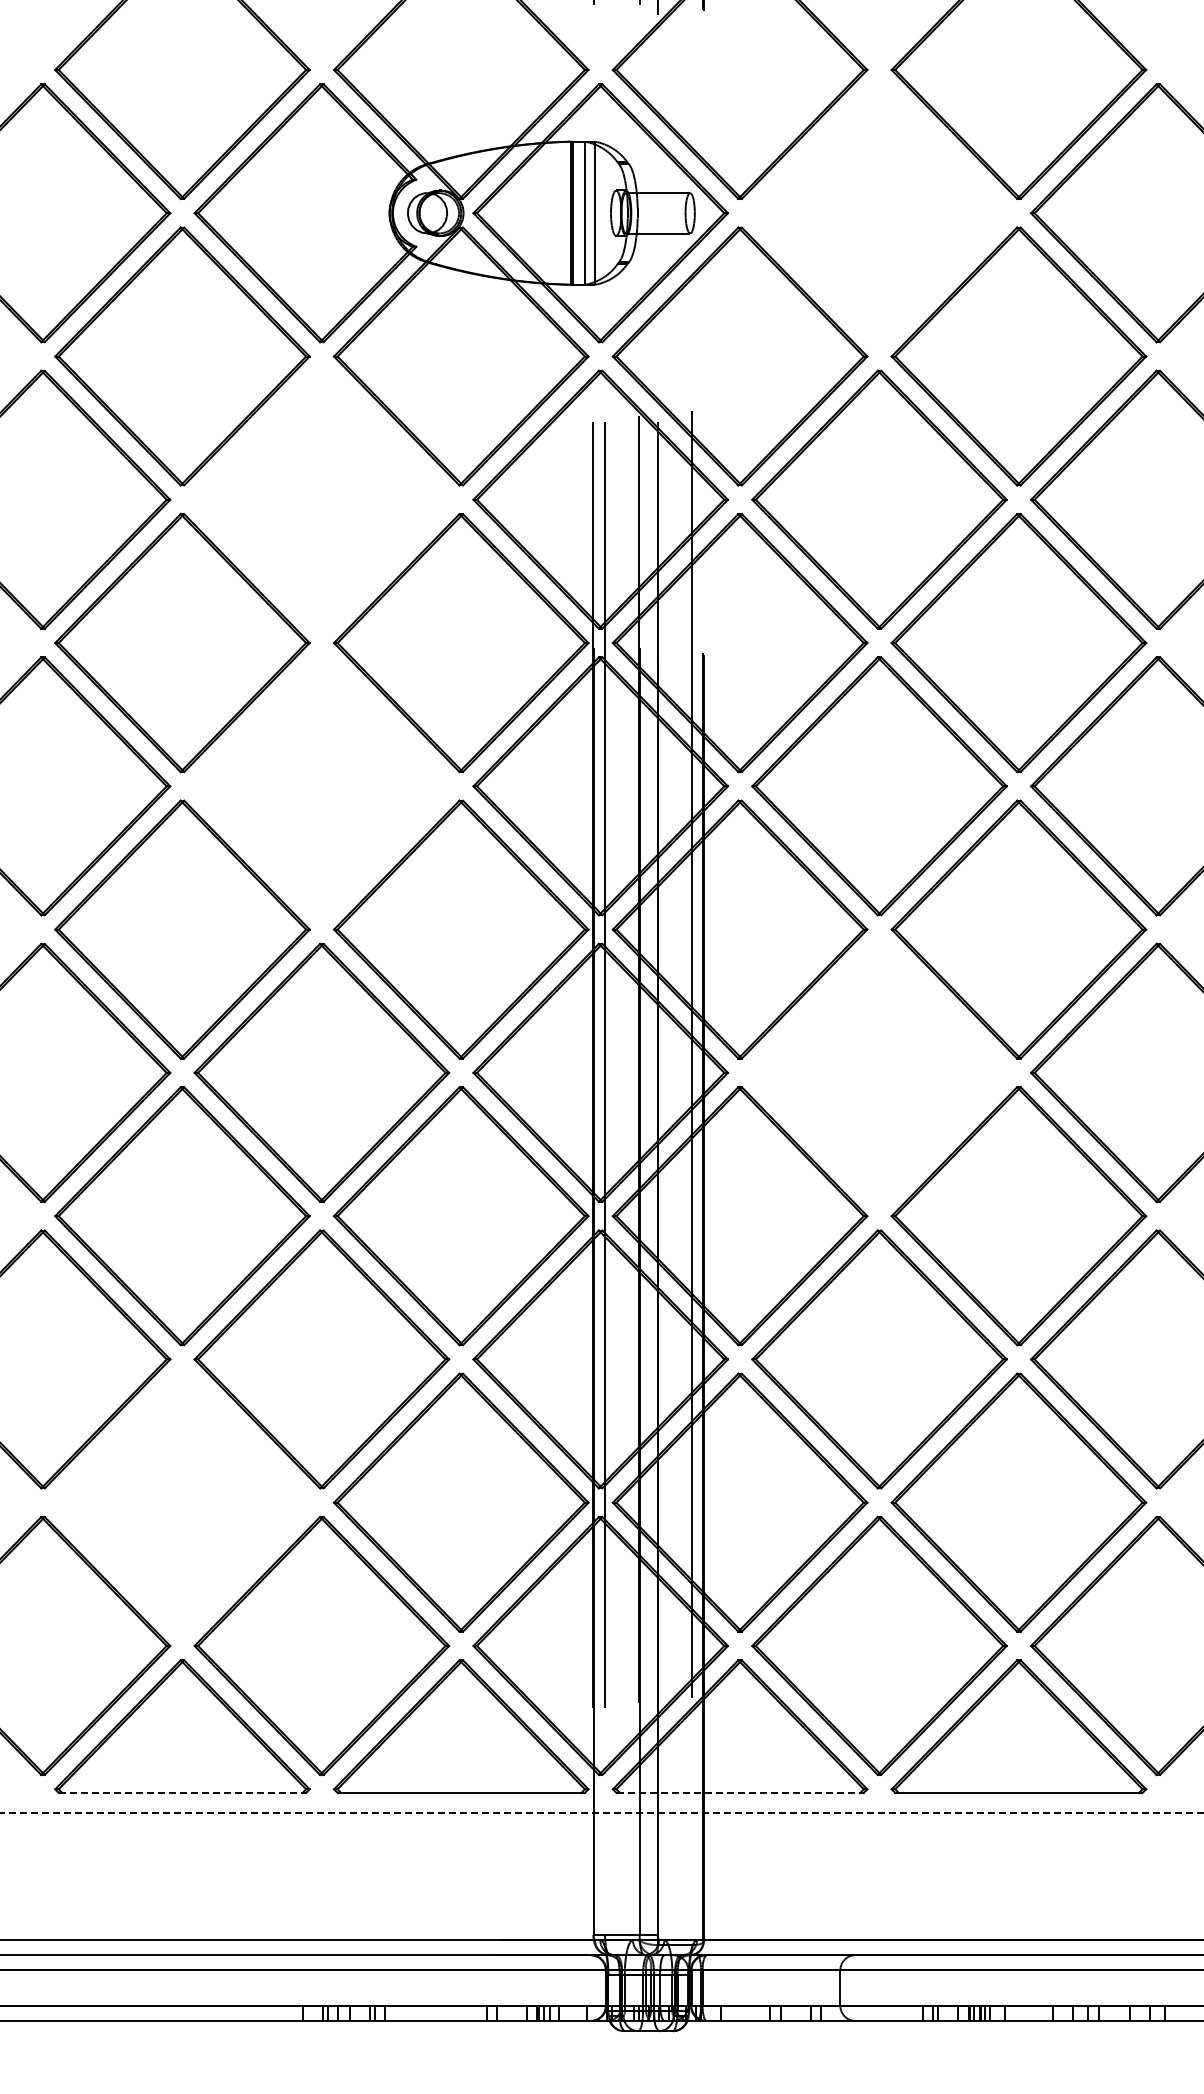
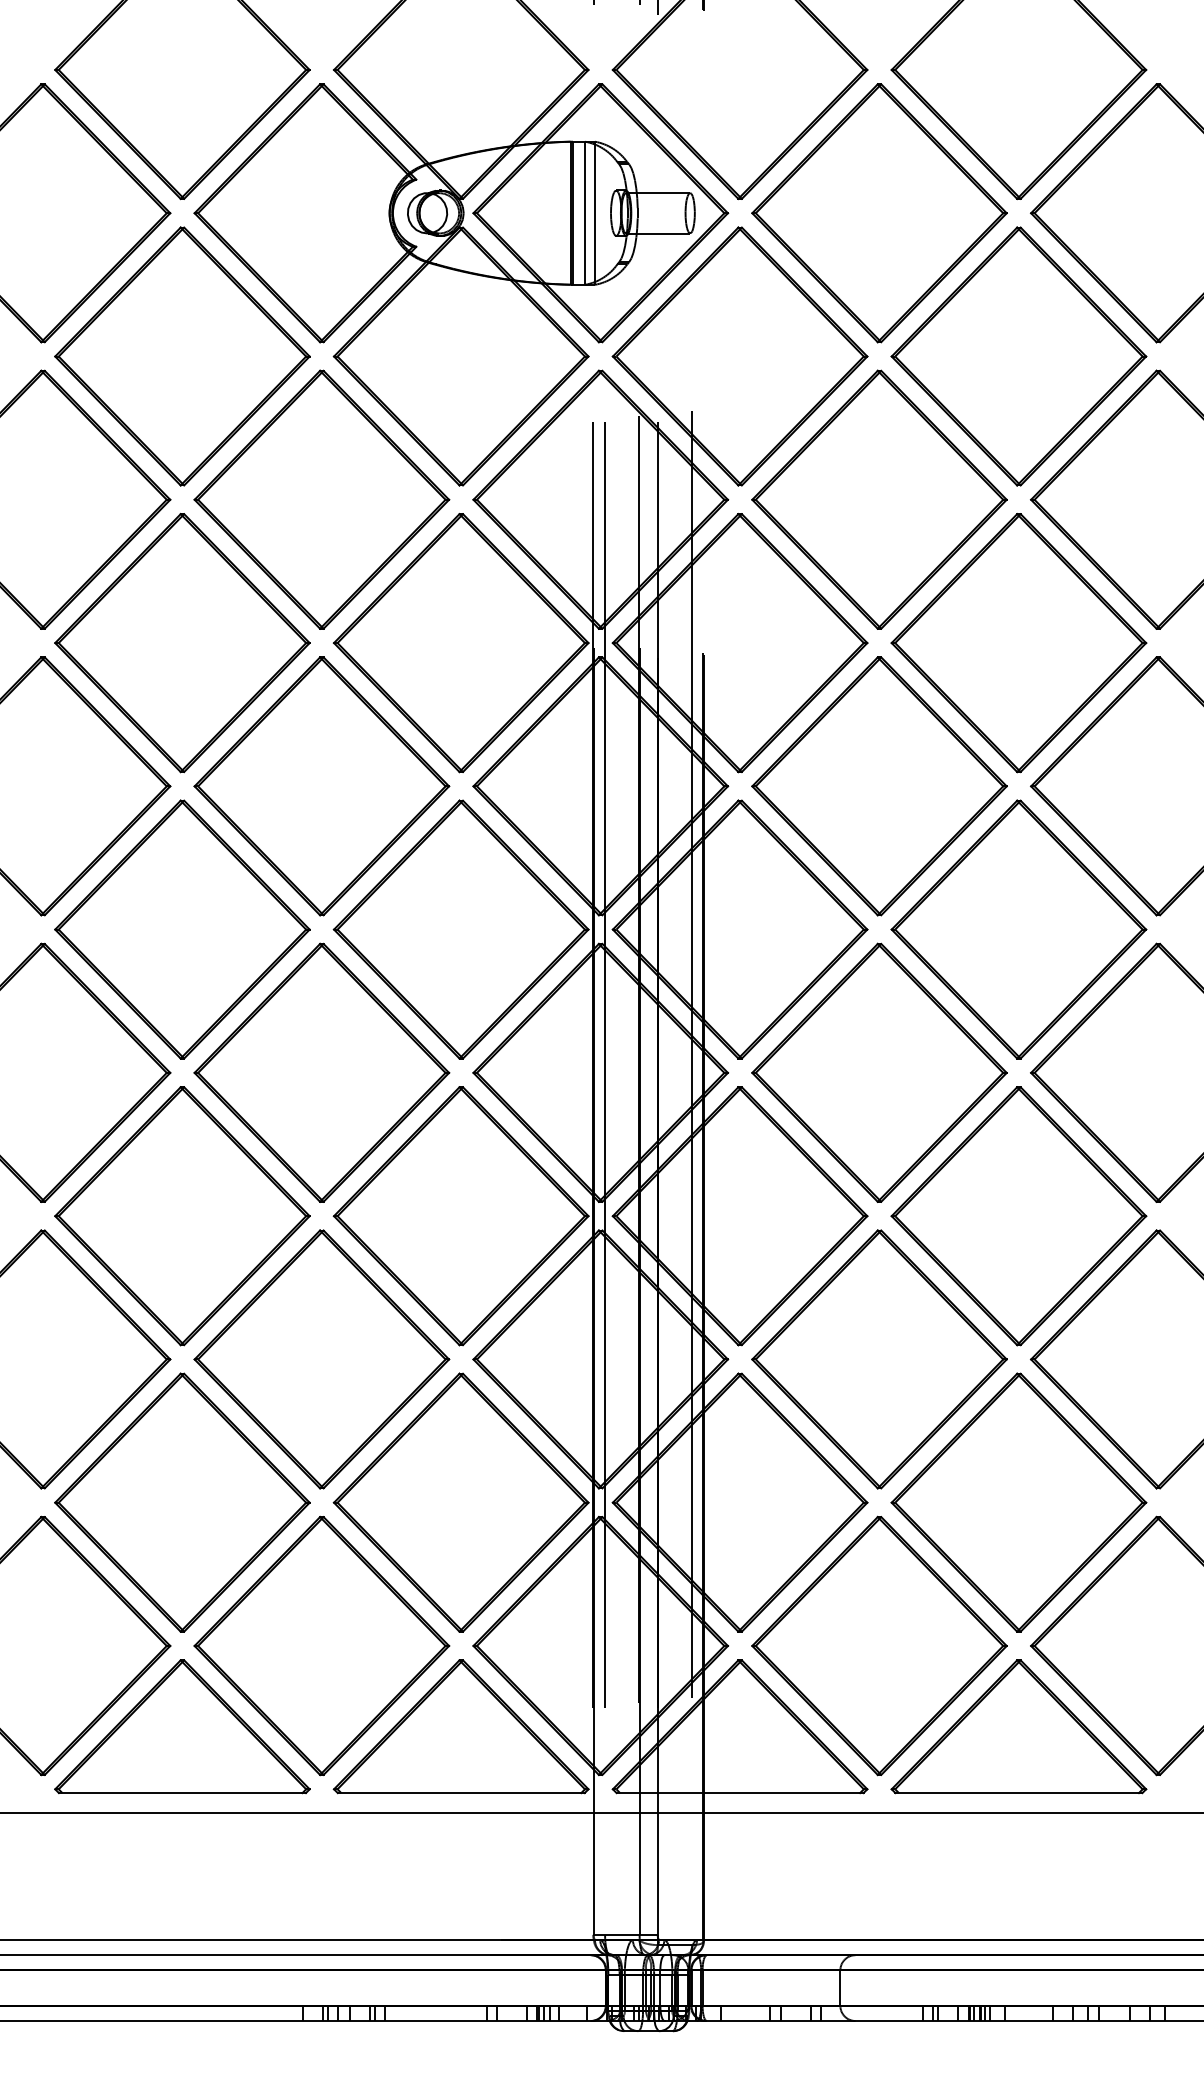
part at (879, 213): none -> present
part at (321, 499): none -> present
part at (321, 786): none -> present
part at (879, 1072): none -> present
part at (182, 1502): none -> present
line at (180, 1793): dashed -> solid
line at (738, 1793): dashed -> solid
line at (602, 1813): dashed -> solid
